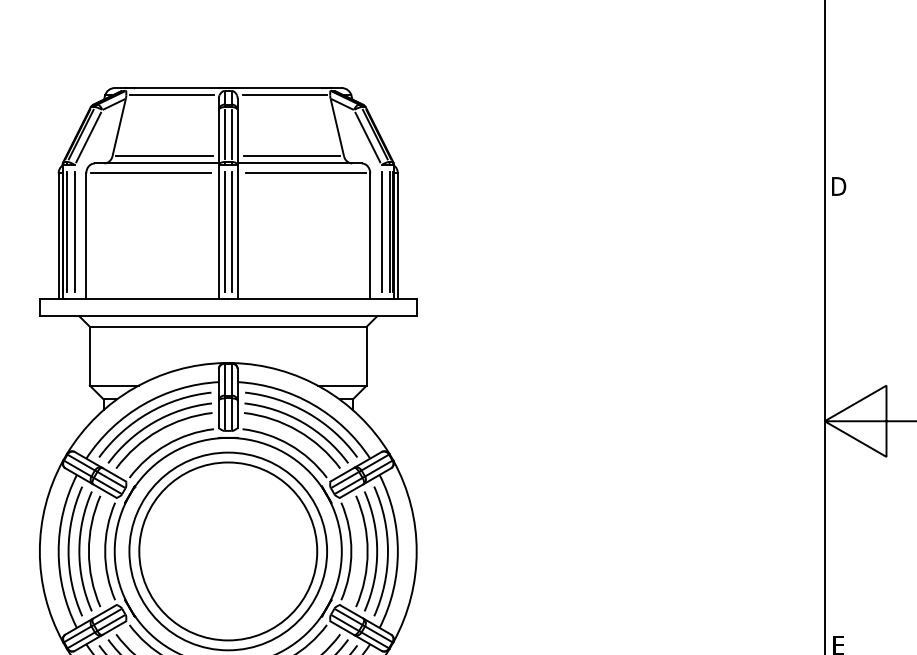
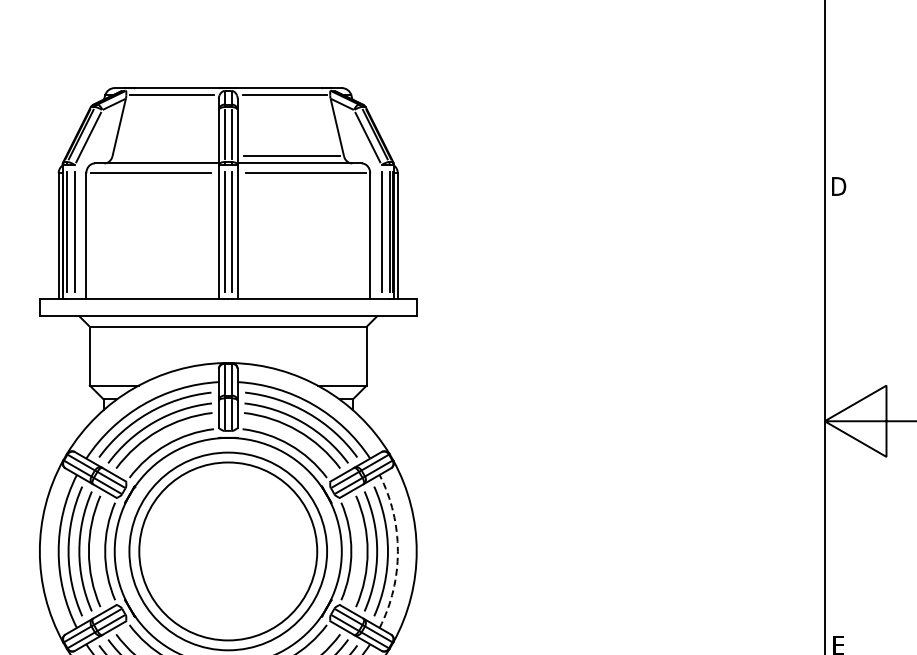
line at (164, 156): present -> none
arc at (397, 551): solid -> dashed
